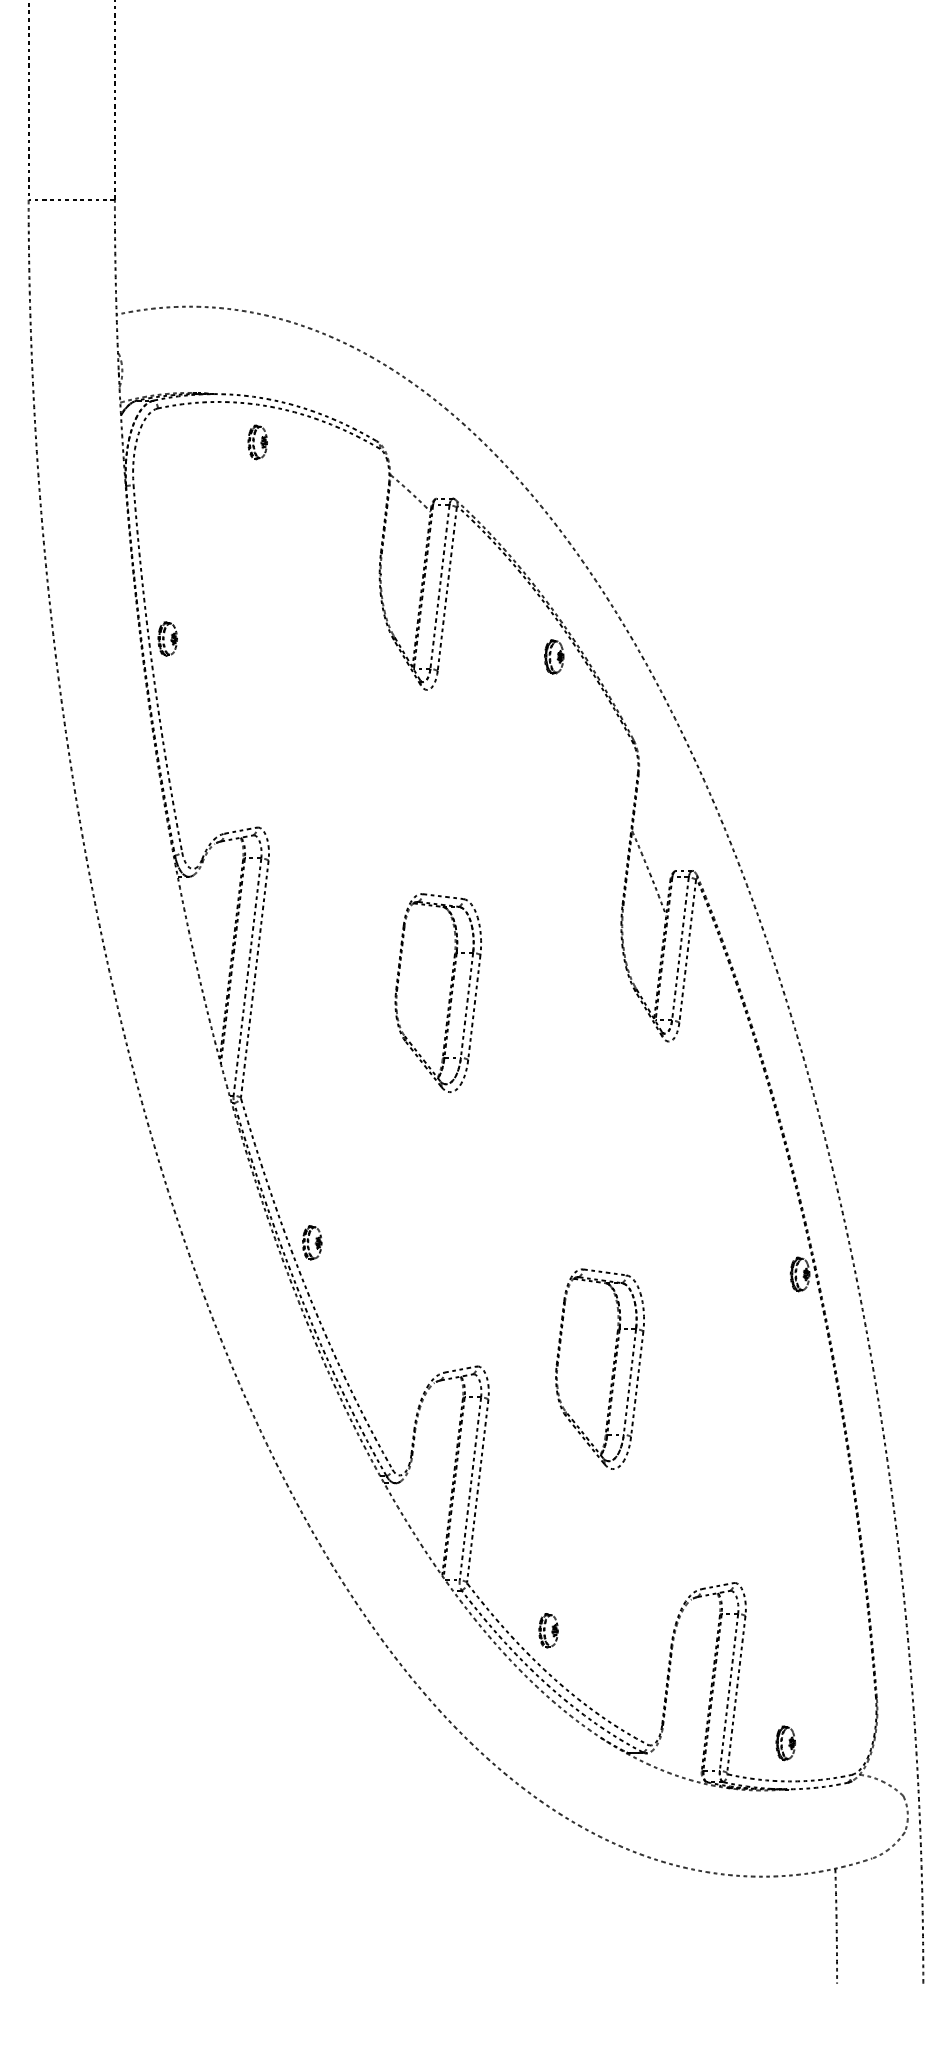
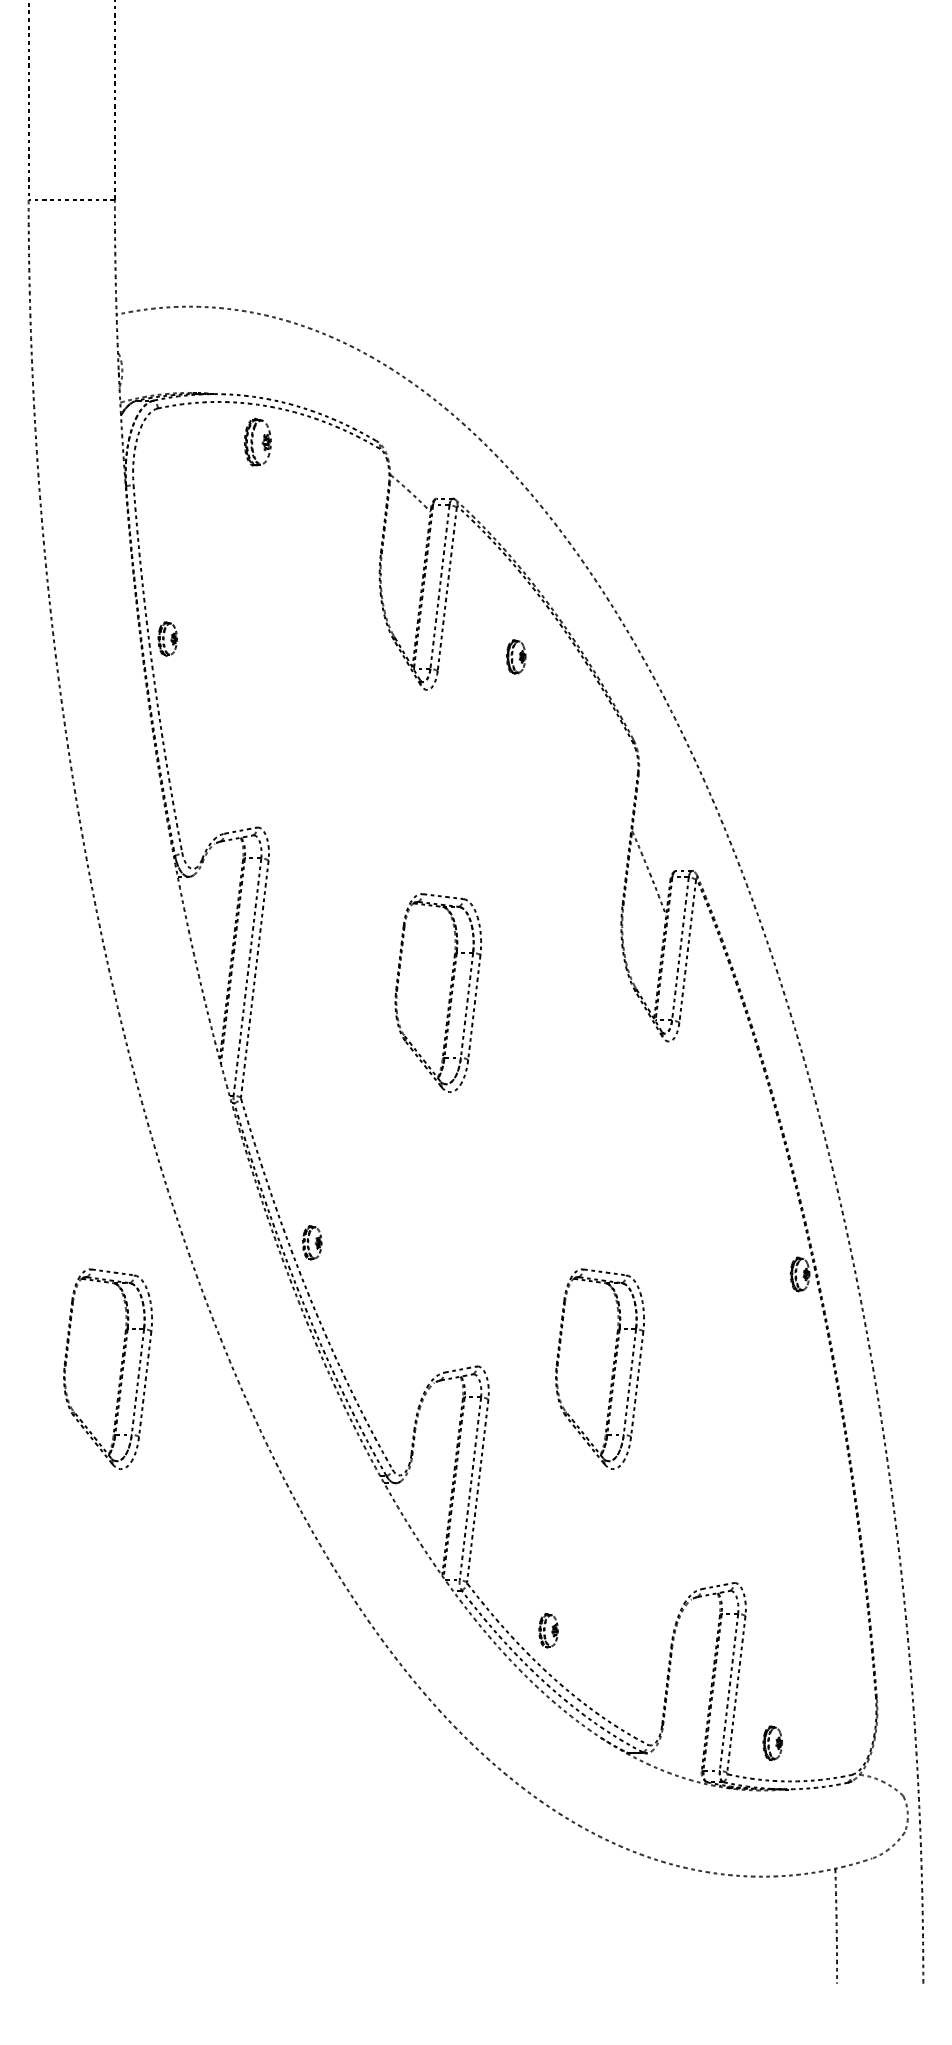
part at (257, 442) size: 21x37 px -> 28x50 px
part at (554, 656) position: (554, 656) -> (516, 656)
part at (120, 1368): none -> present
part at (785, 1743) position: (785, 1743) -> (772, 1743)
